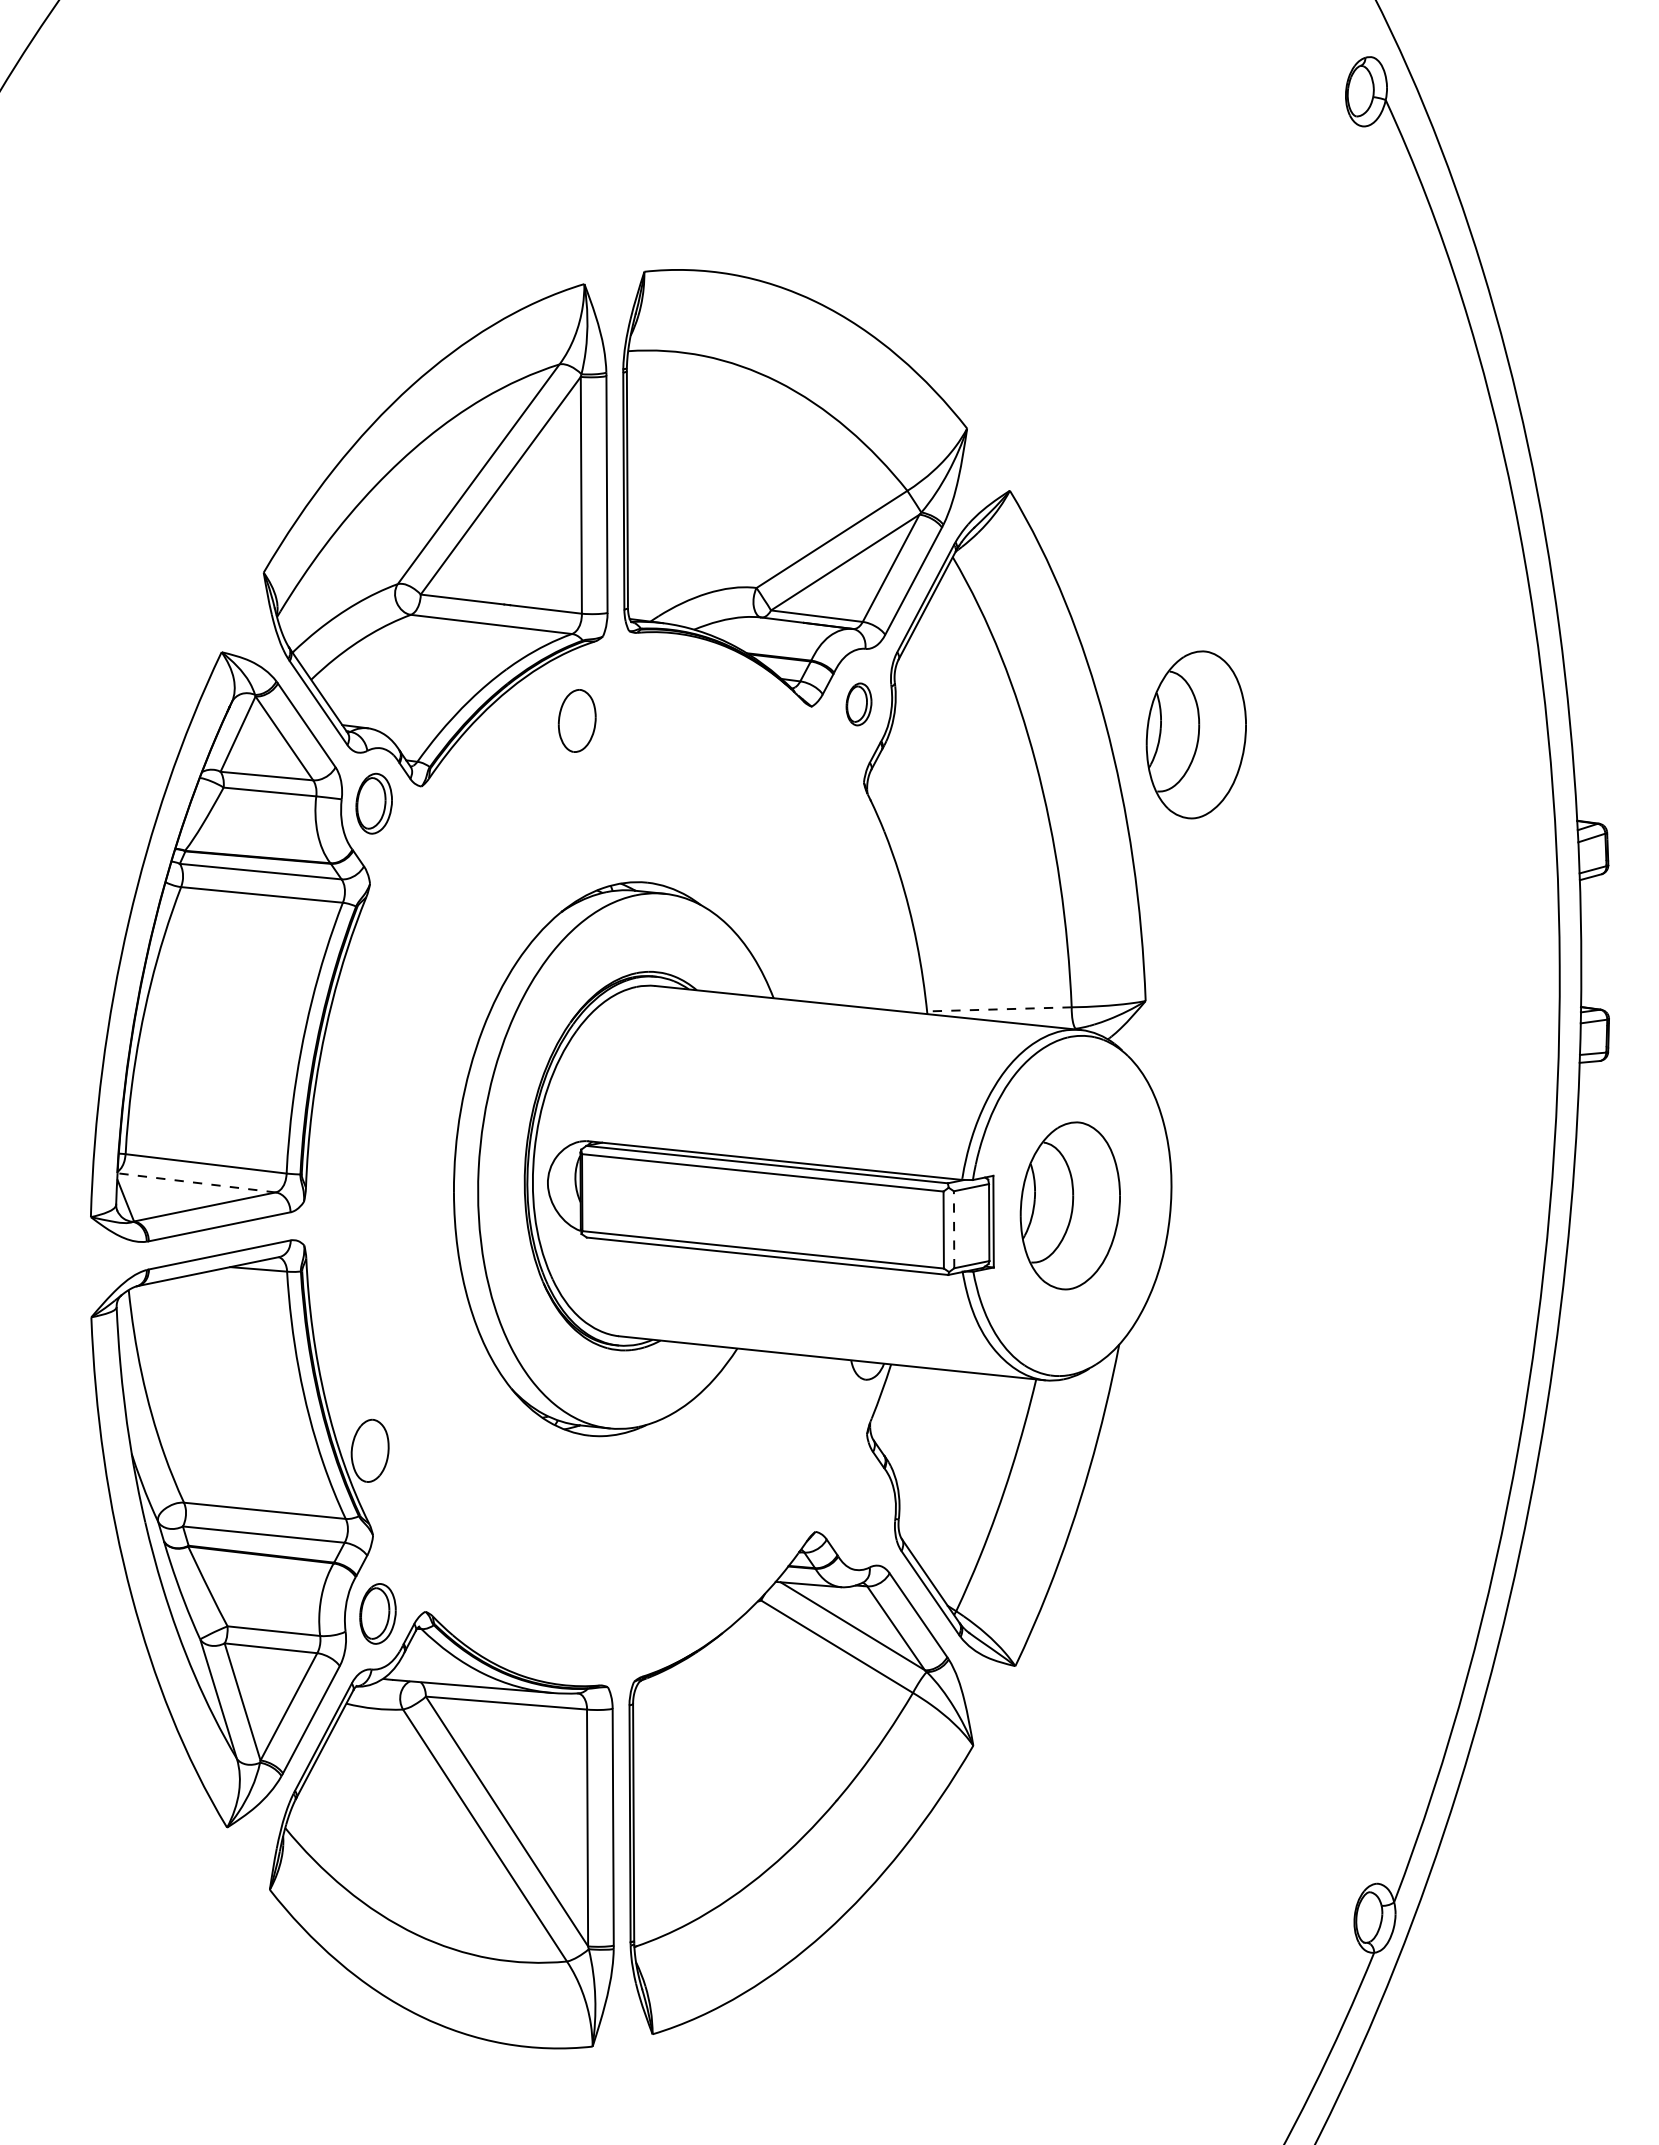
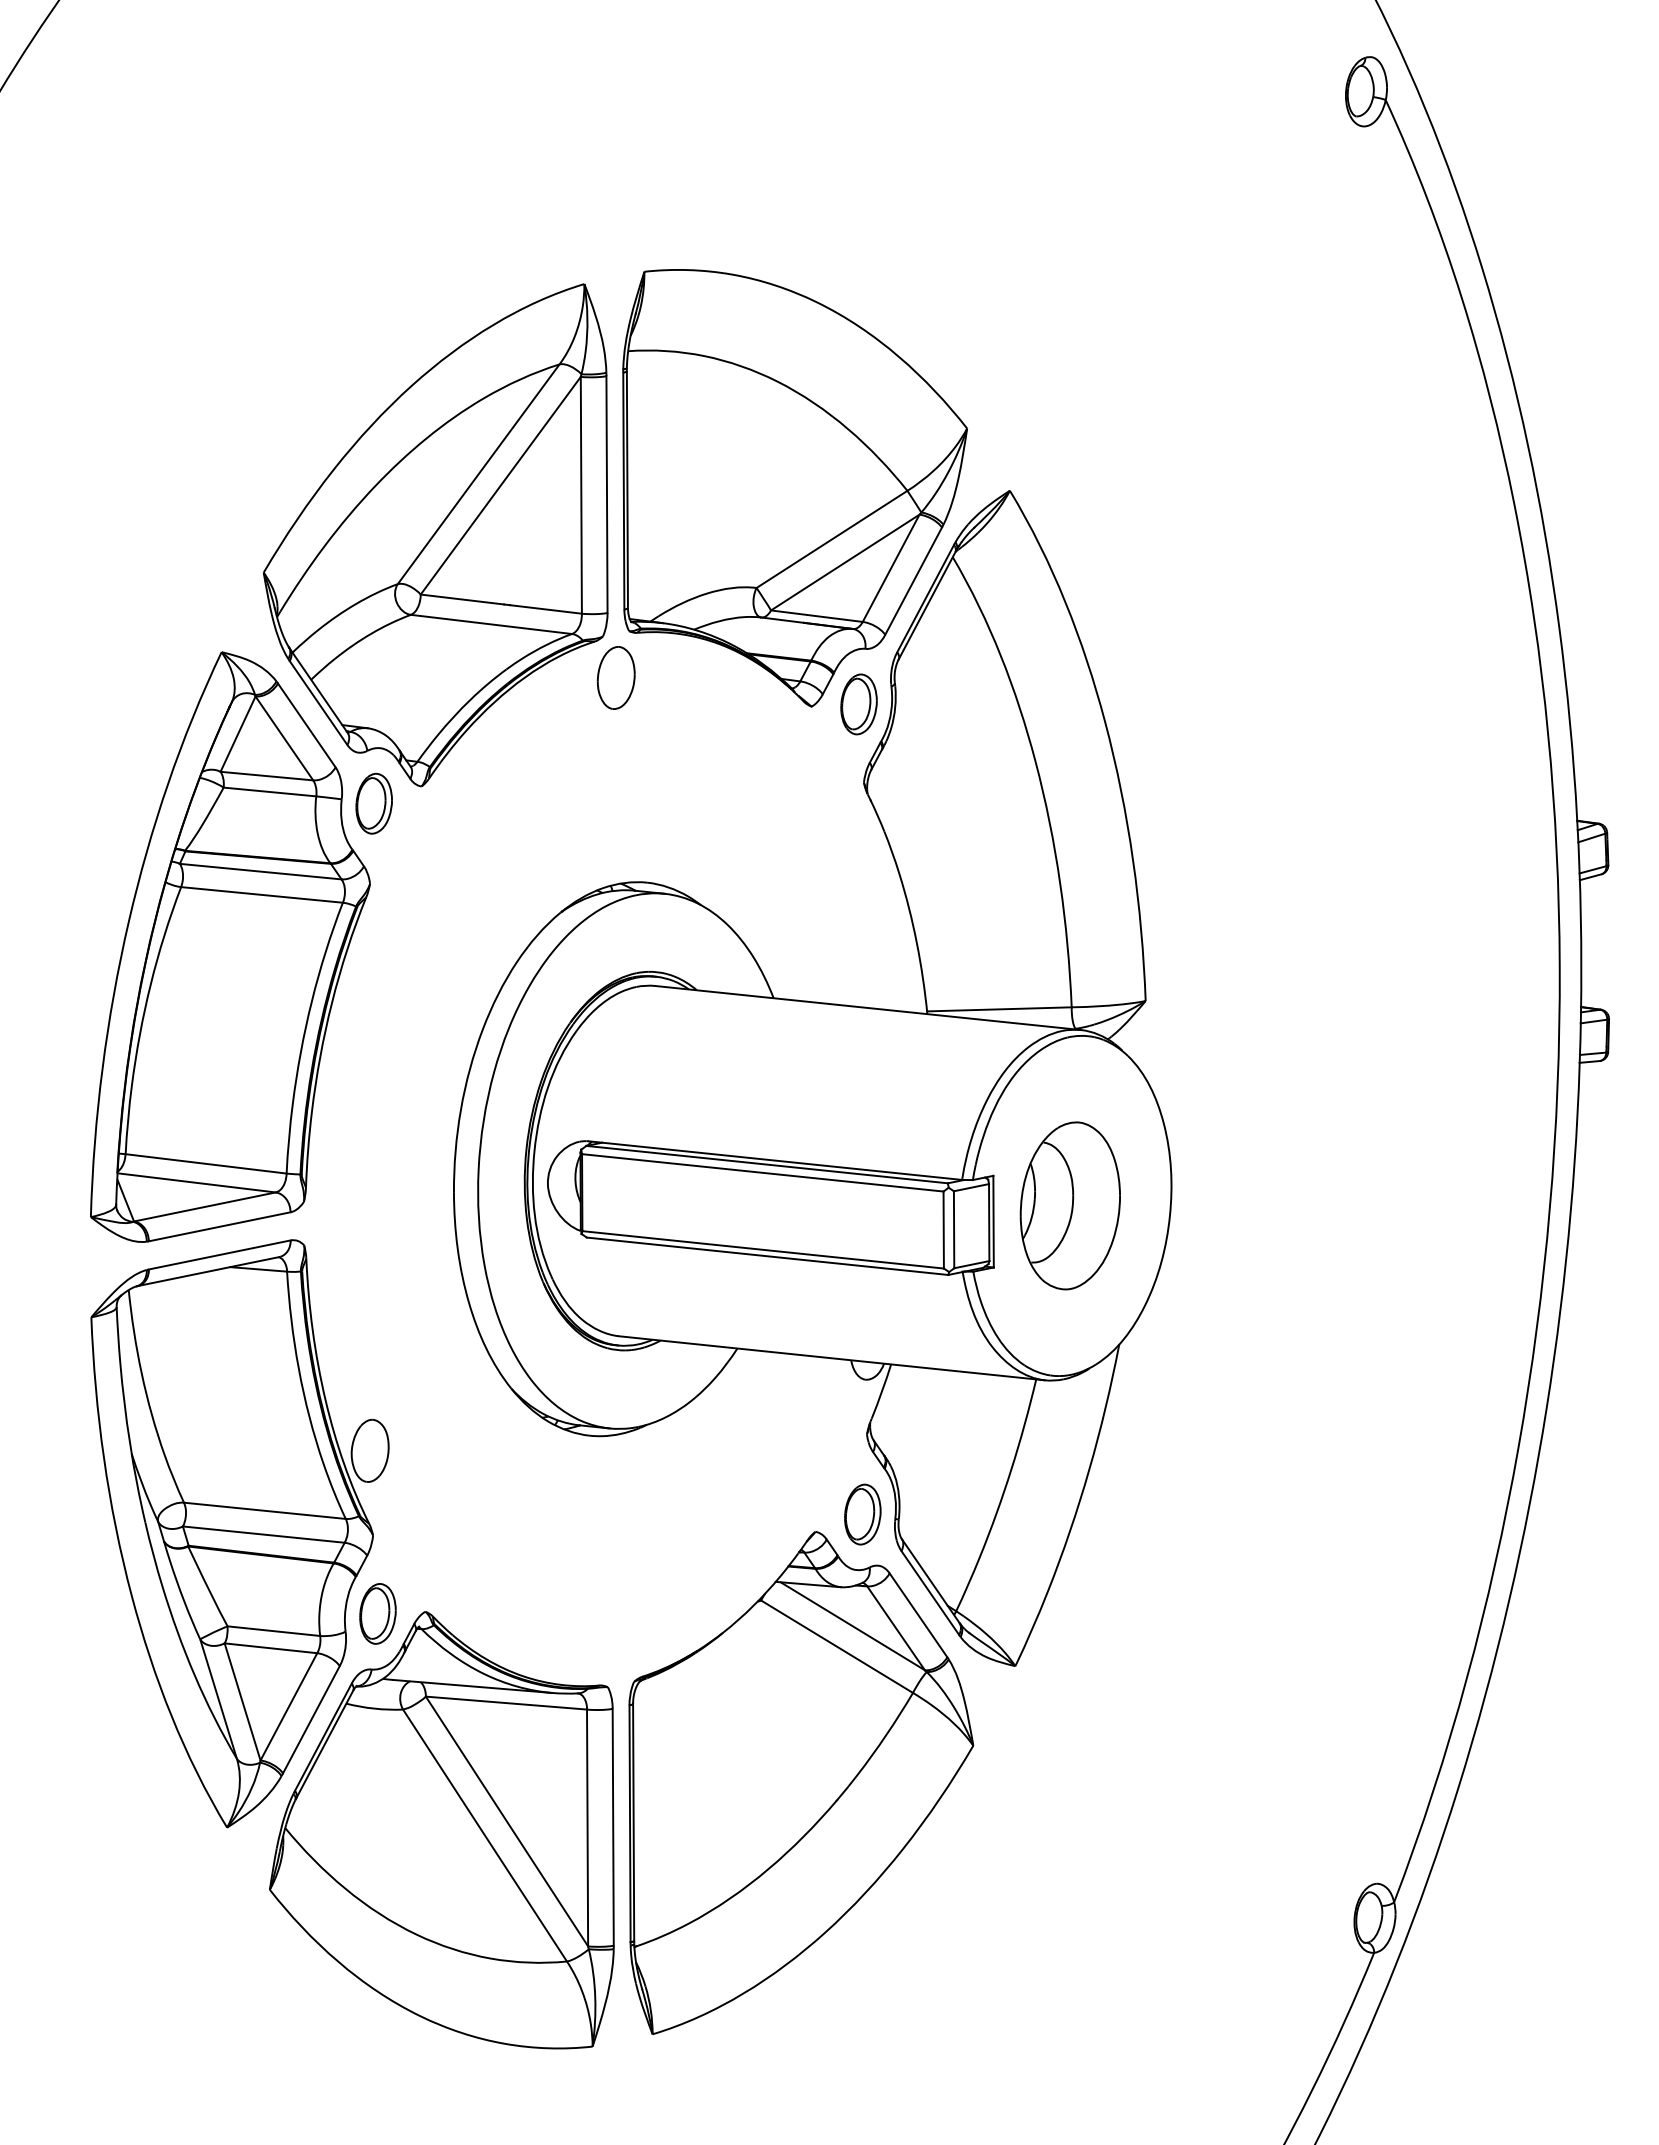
part at (858, 704) size: 28x45 px -> 38x63 px
part at (576, 720) position: (576, 720) -> (615, 677)
part at (1195, 734): present -> none
line at (998, 1009): dashed -> solid
line at (196, 1182): dashed -> solid
line at (954, 1229): dashed -> solid
part at (862, 1514): none -> present
